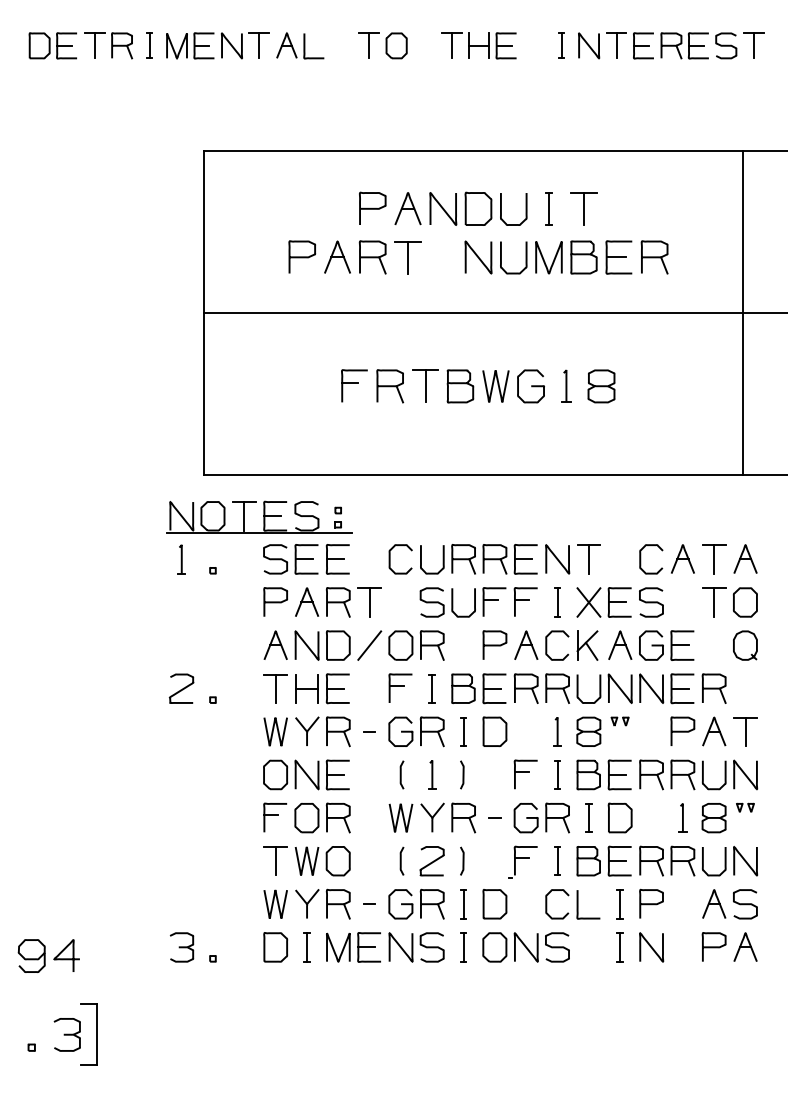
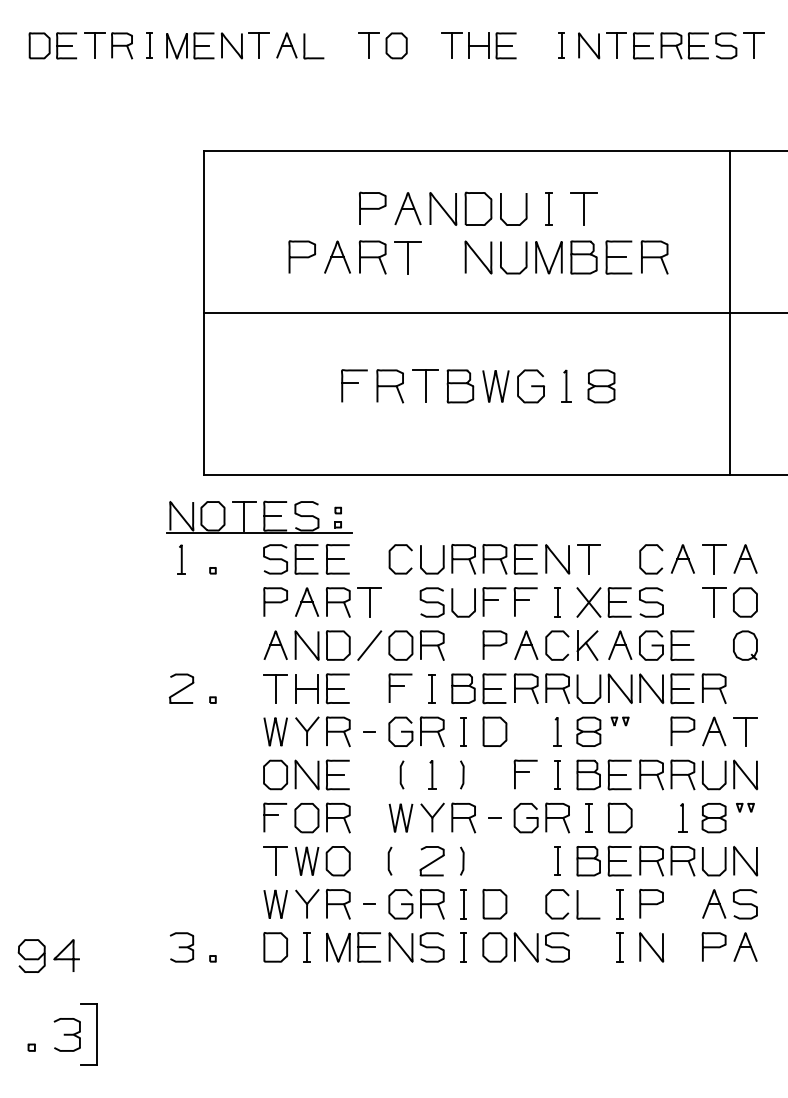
line at (742, 312) position: (742, 312) -> (729, 312)
curve at (401, 860) position: (401, 860) -> (389, 860)
part at (522, 861): present -> none
